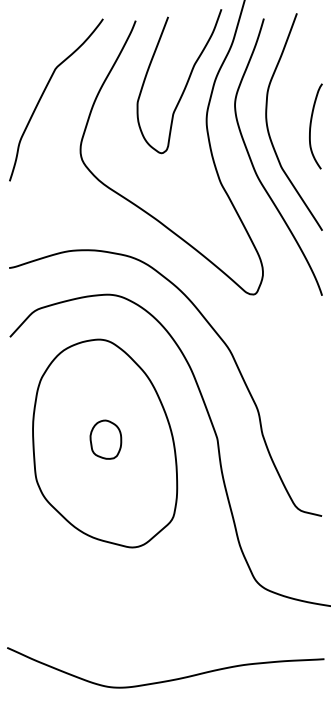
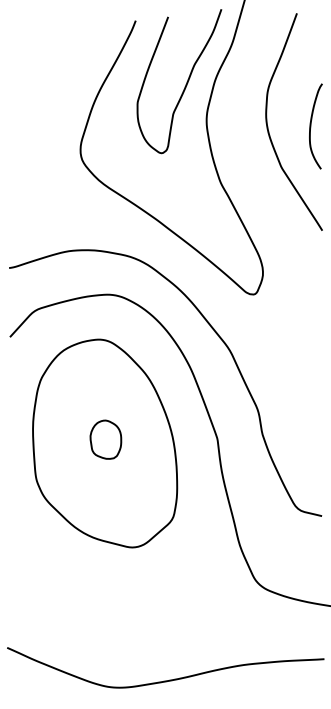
curve at (44, 92): present -> none
curve at (254, 166): present -> none
